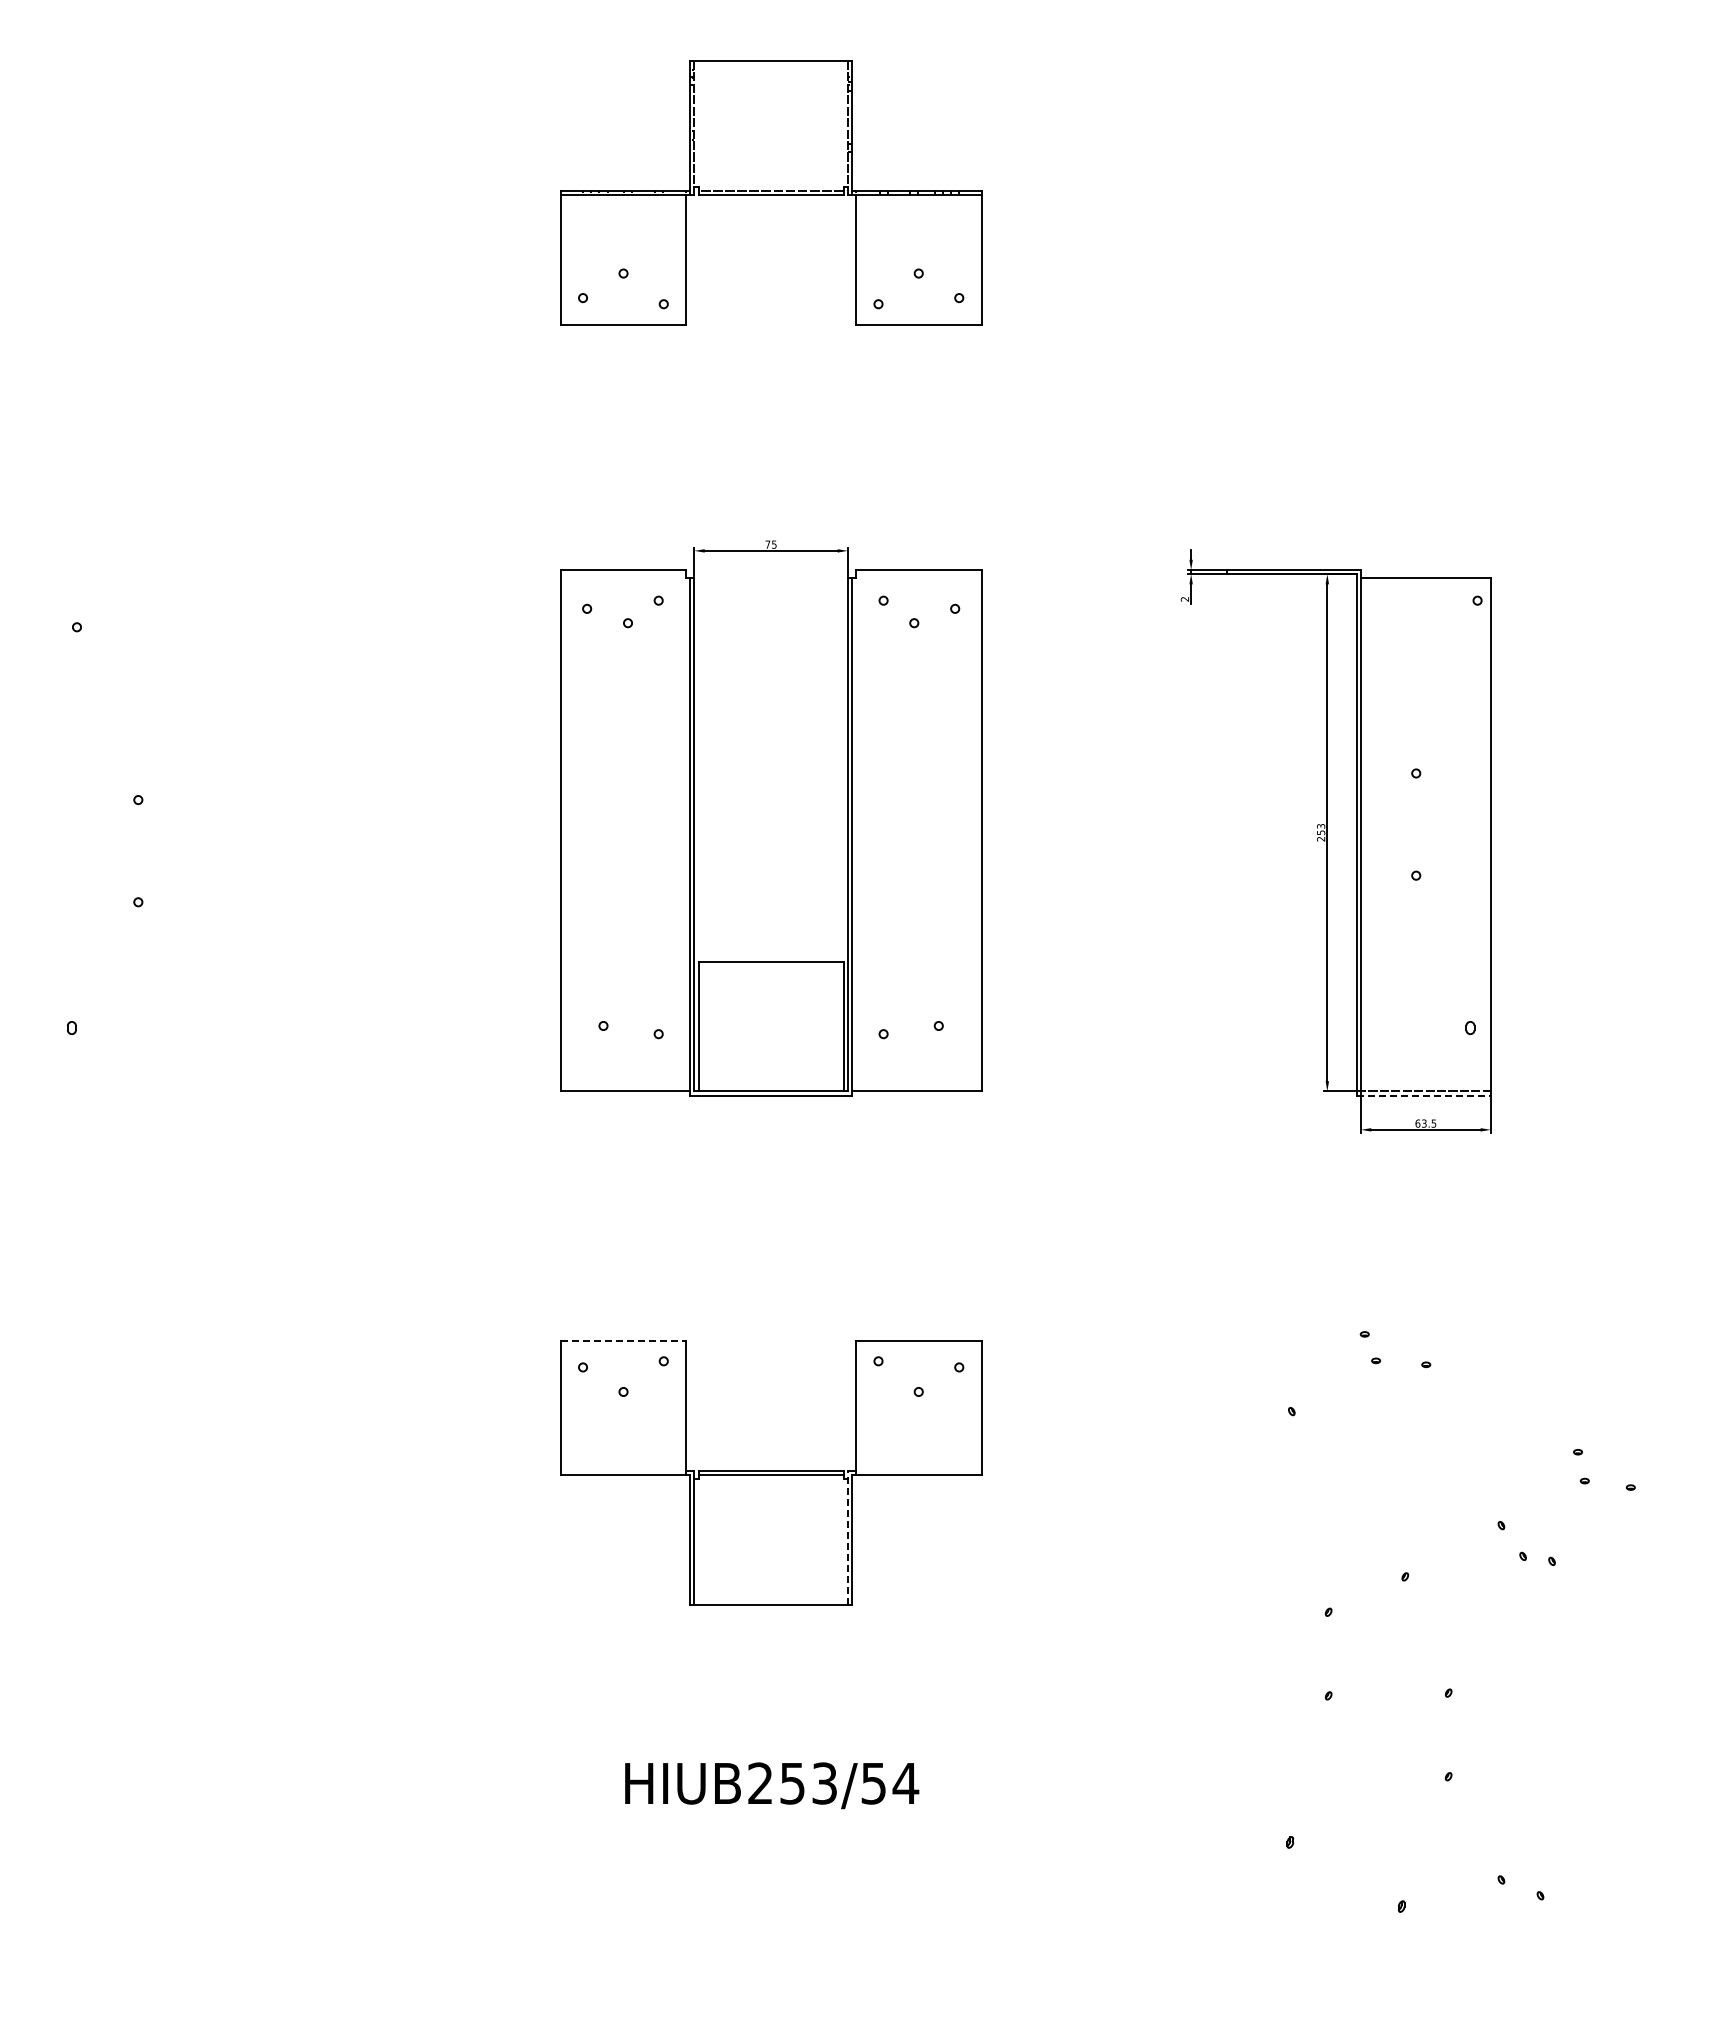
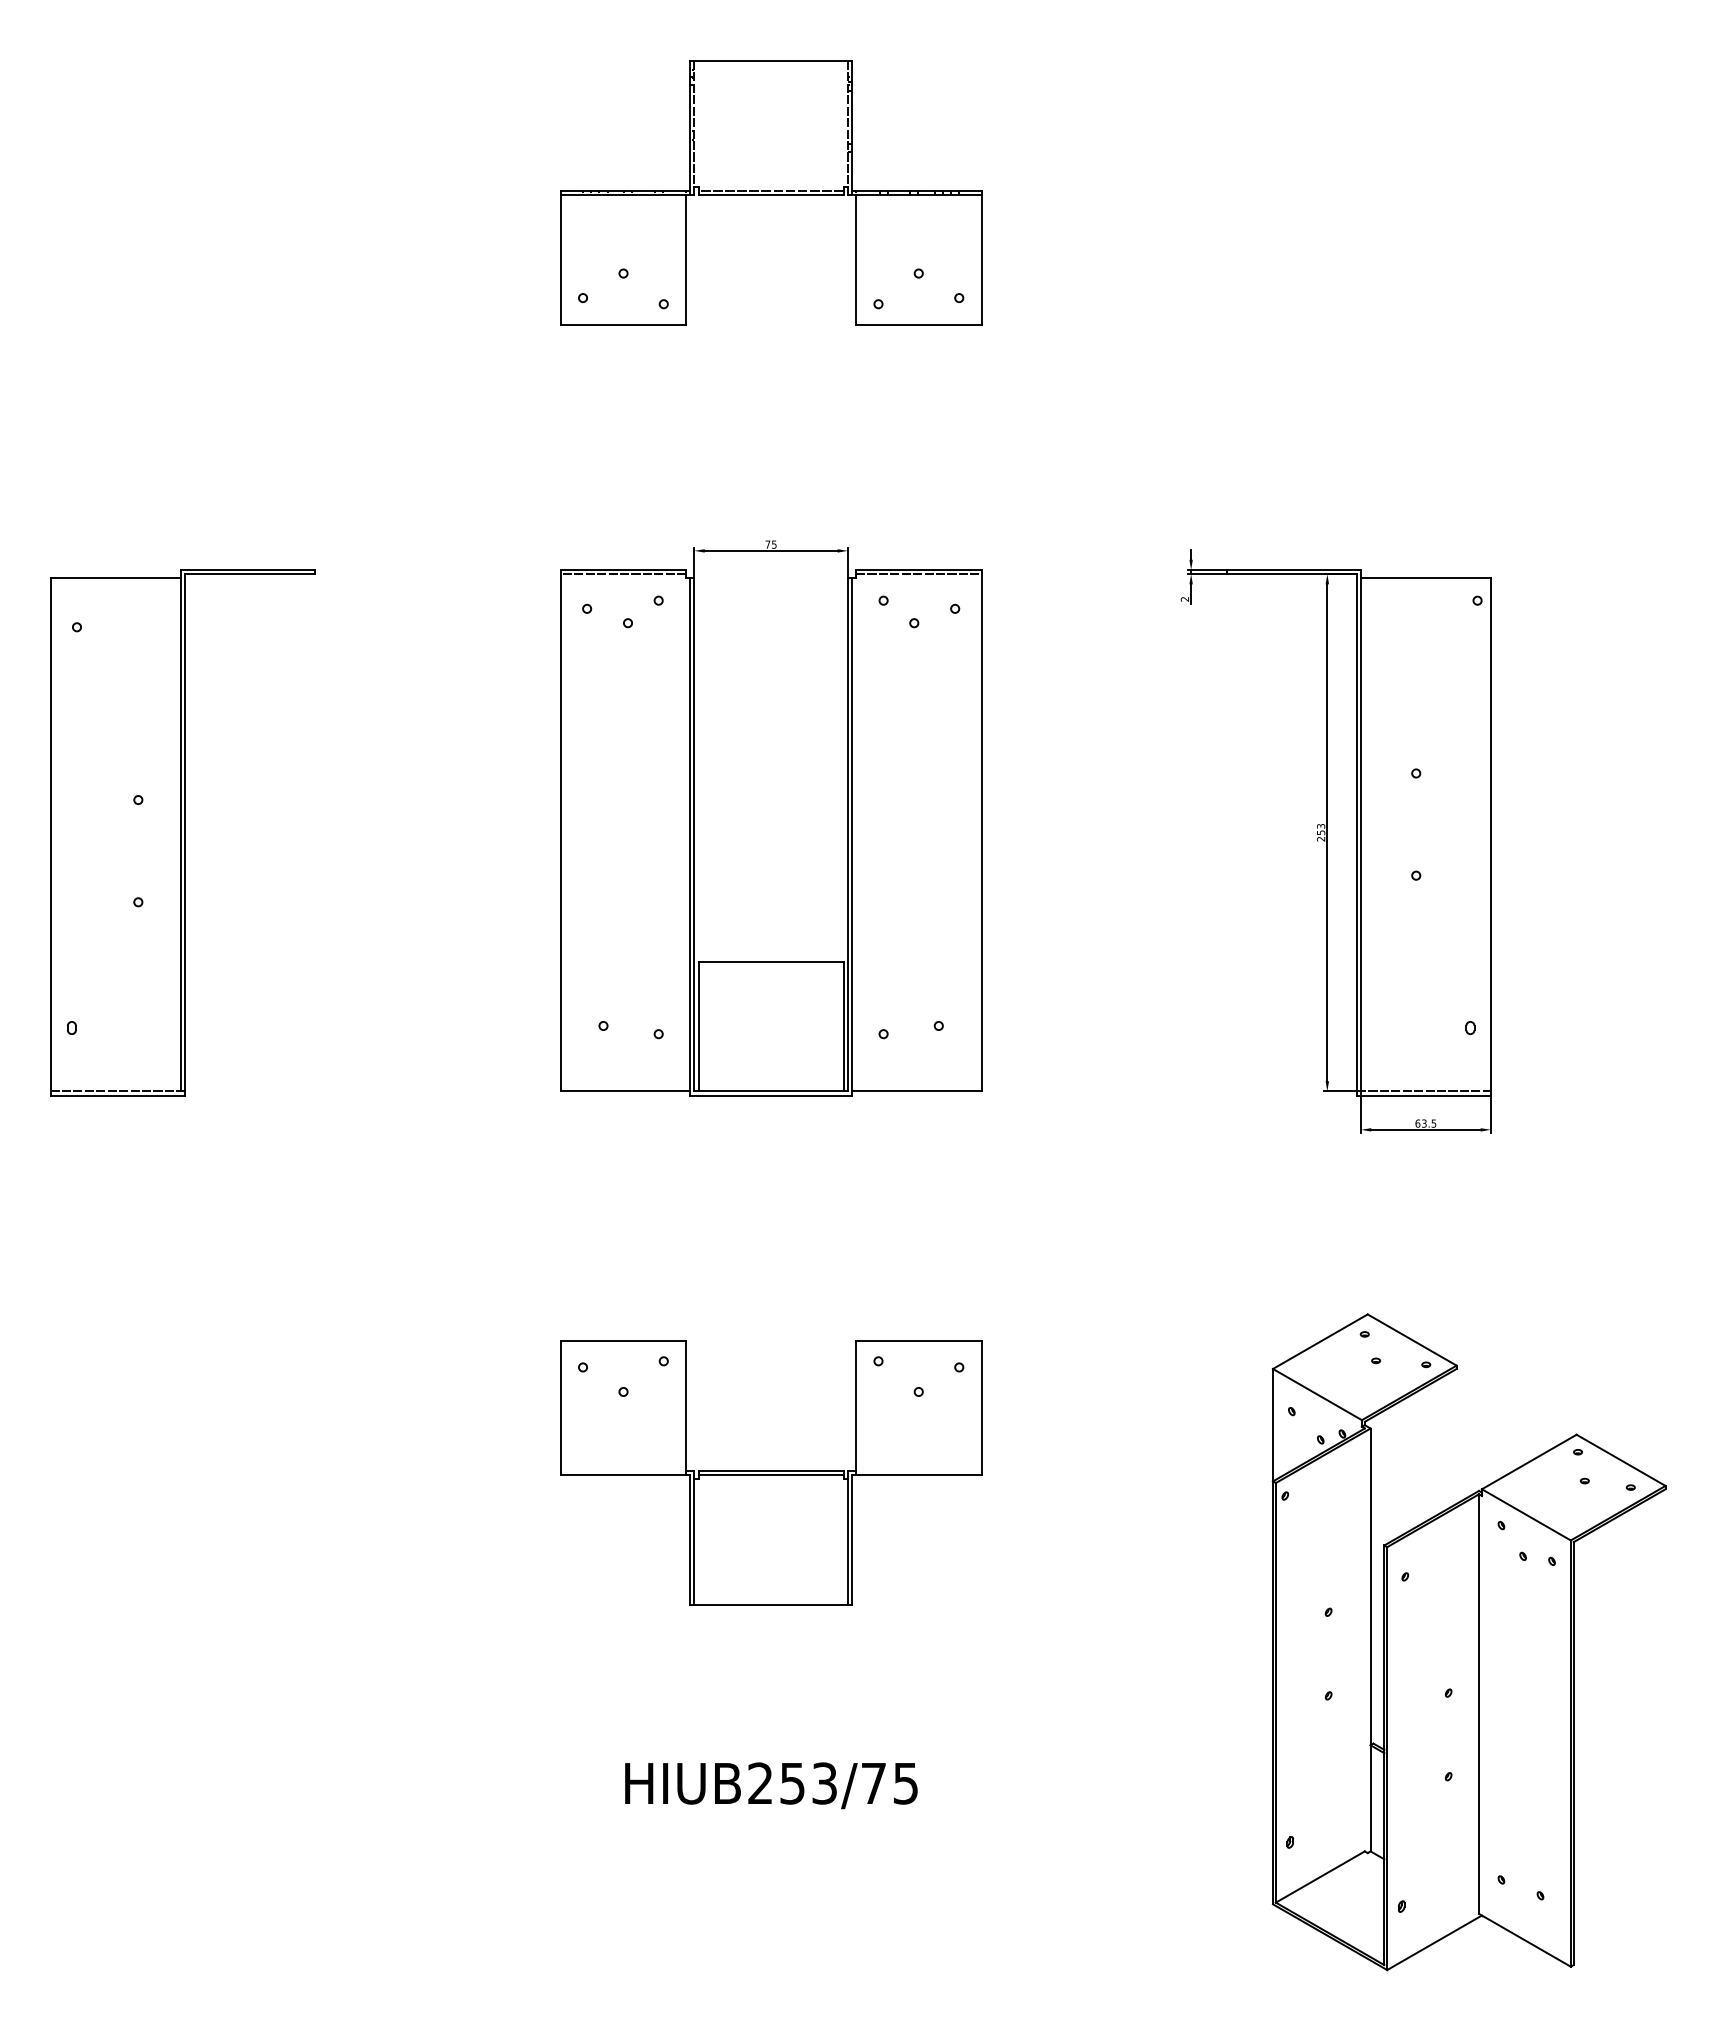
line at (623, 574): none -> present
line at (918, 574): none -> present
part at (182, 832): none -> present
line at (1423, 1095): dashed -> solid
line at (623, 1340): dashed -> solid
line at (847, 1537): dashed -> solid
part at (1468, 1642): none -> present
text at (890, 1783): HIUB253/54 -> HIUB253/75
